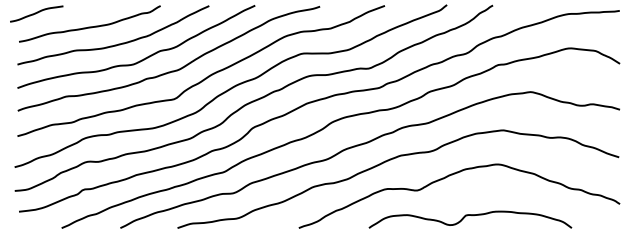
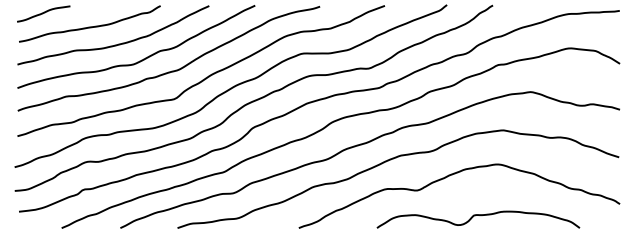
curve at (36, 13) position: (36, 13) -> (43, 13)
curve at (472, 216) position: (472, 216) -> (480, 216)
